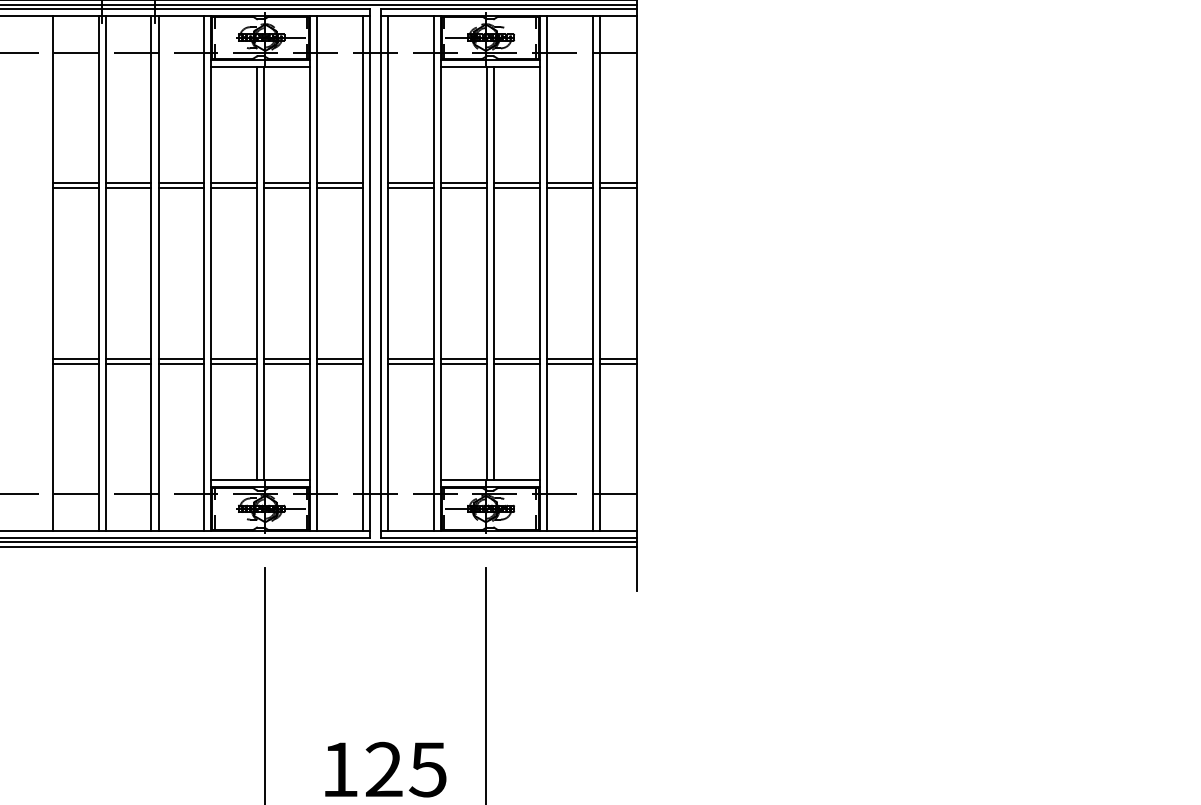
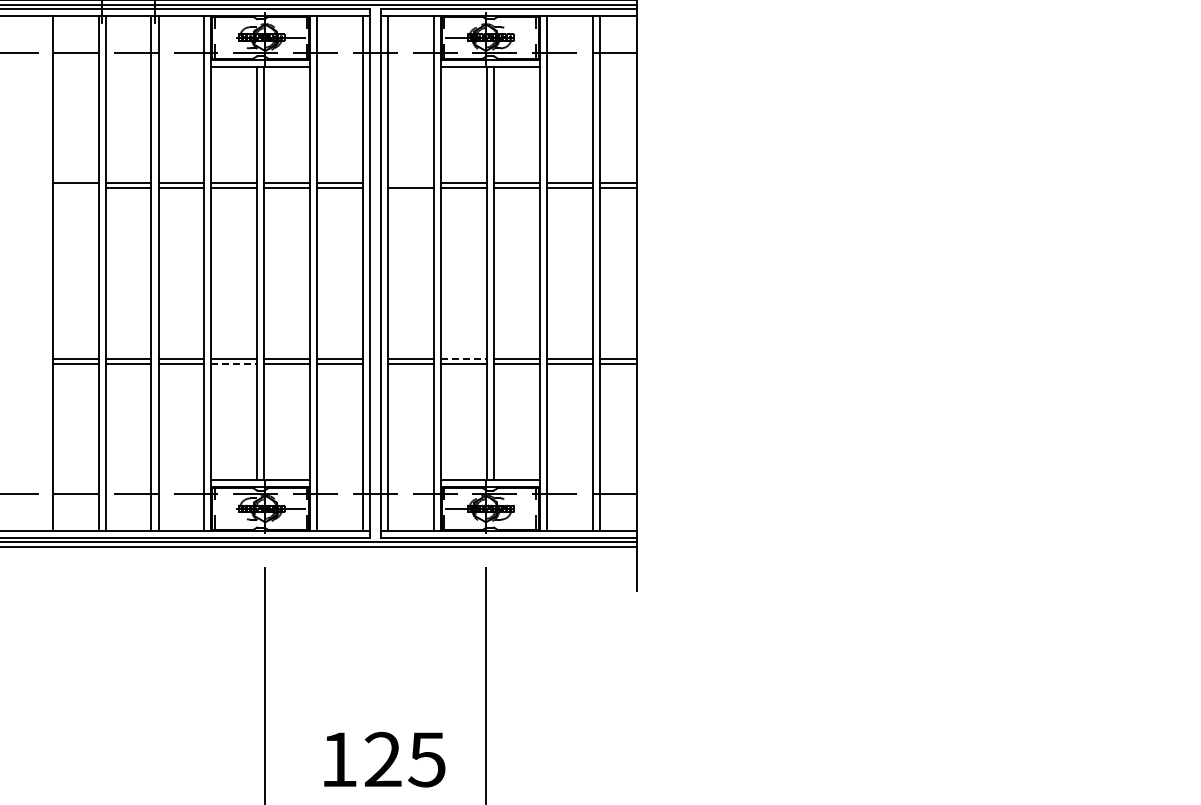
line at (410, 182): present -> none
line at (75, 187): present -> none
line at (463, 359): solid -> dashed
line at (234, 364): solid -> dashed
text at (385, 769) position: (385, 769) -> (384, 759)
